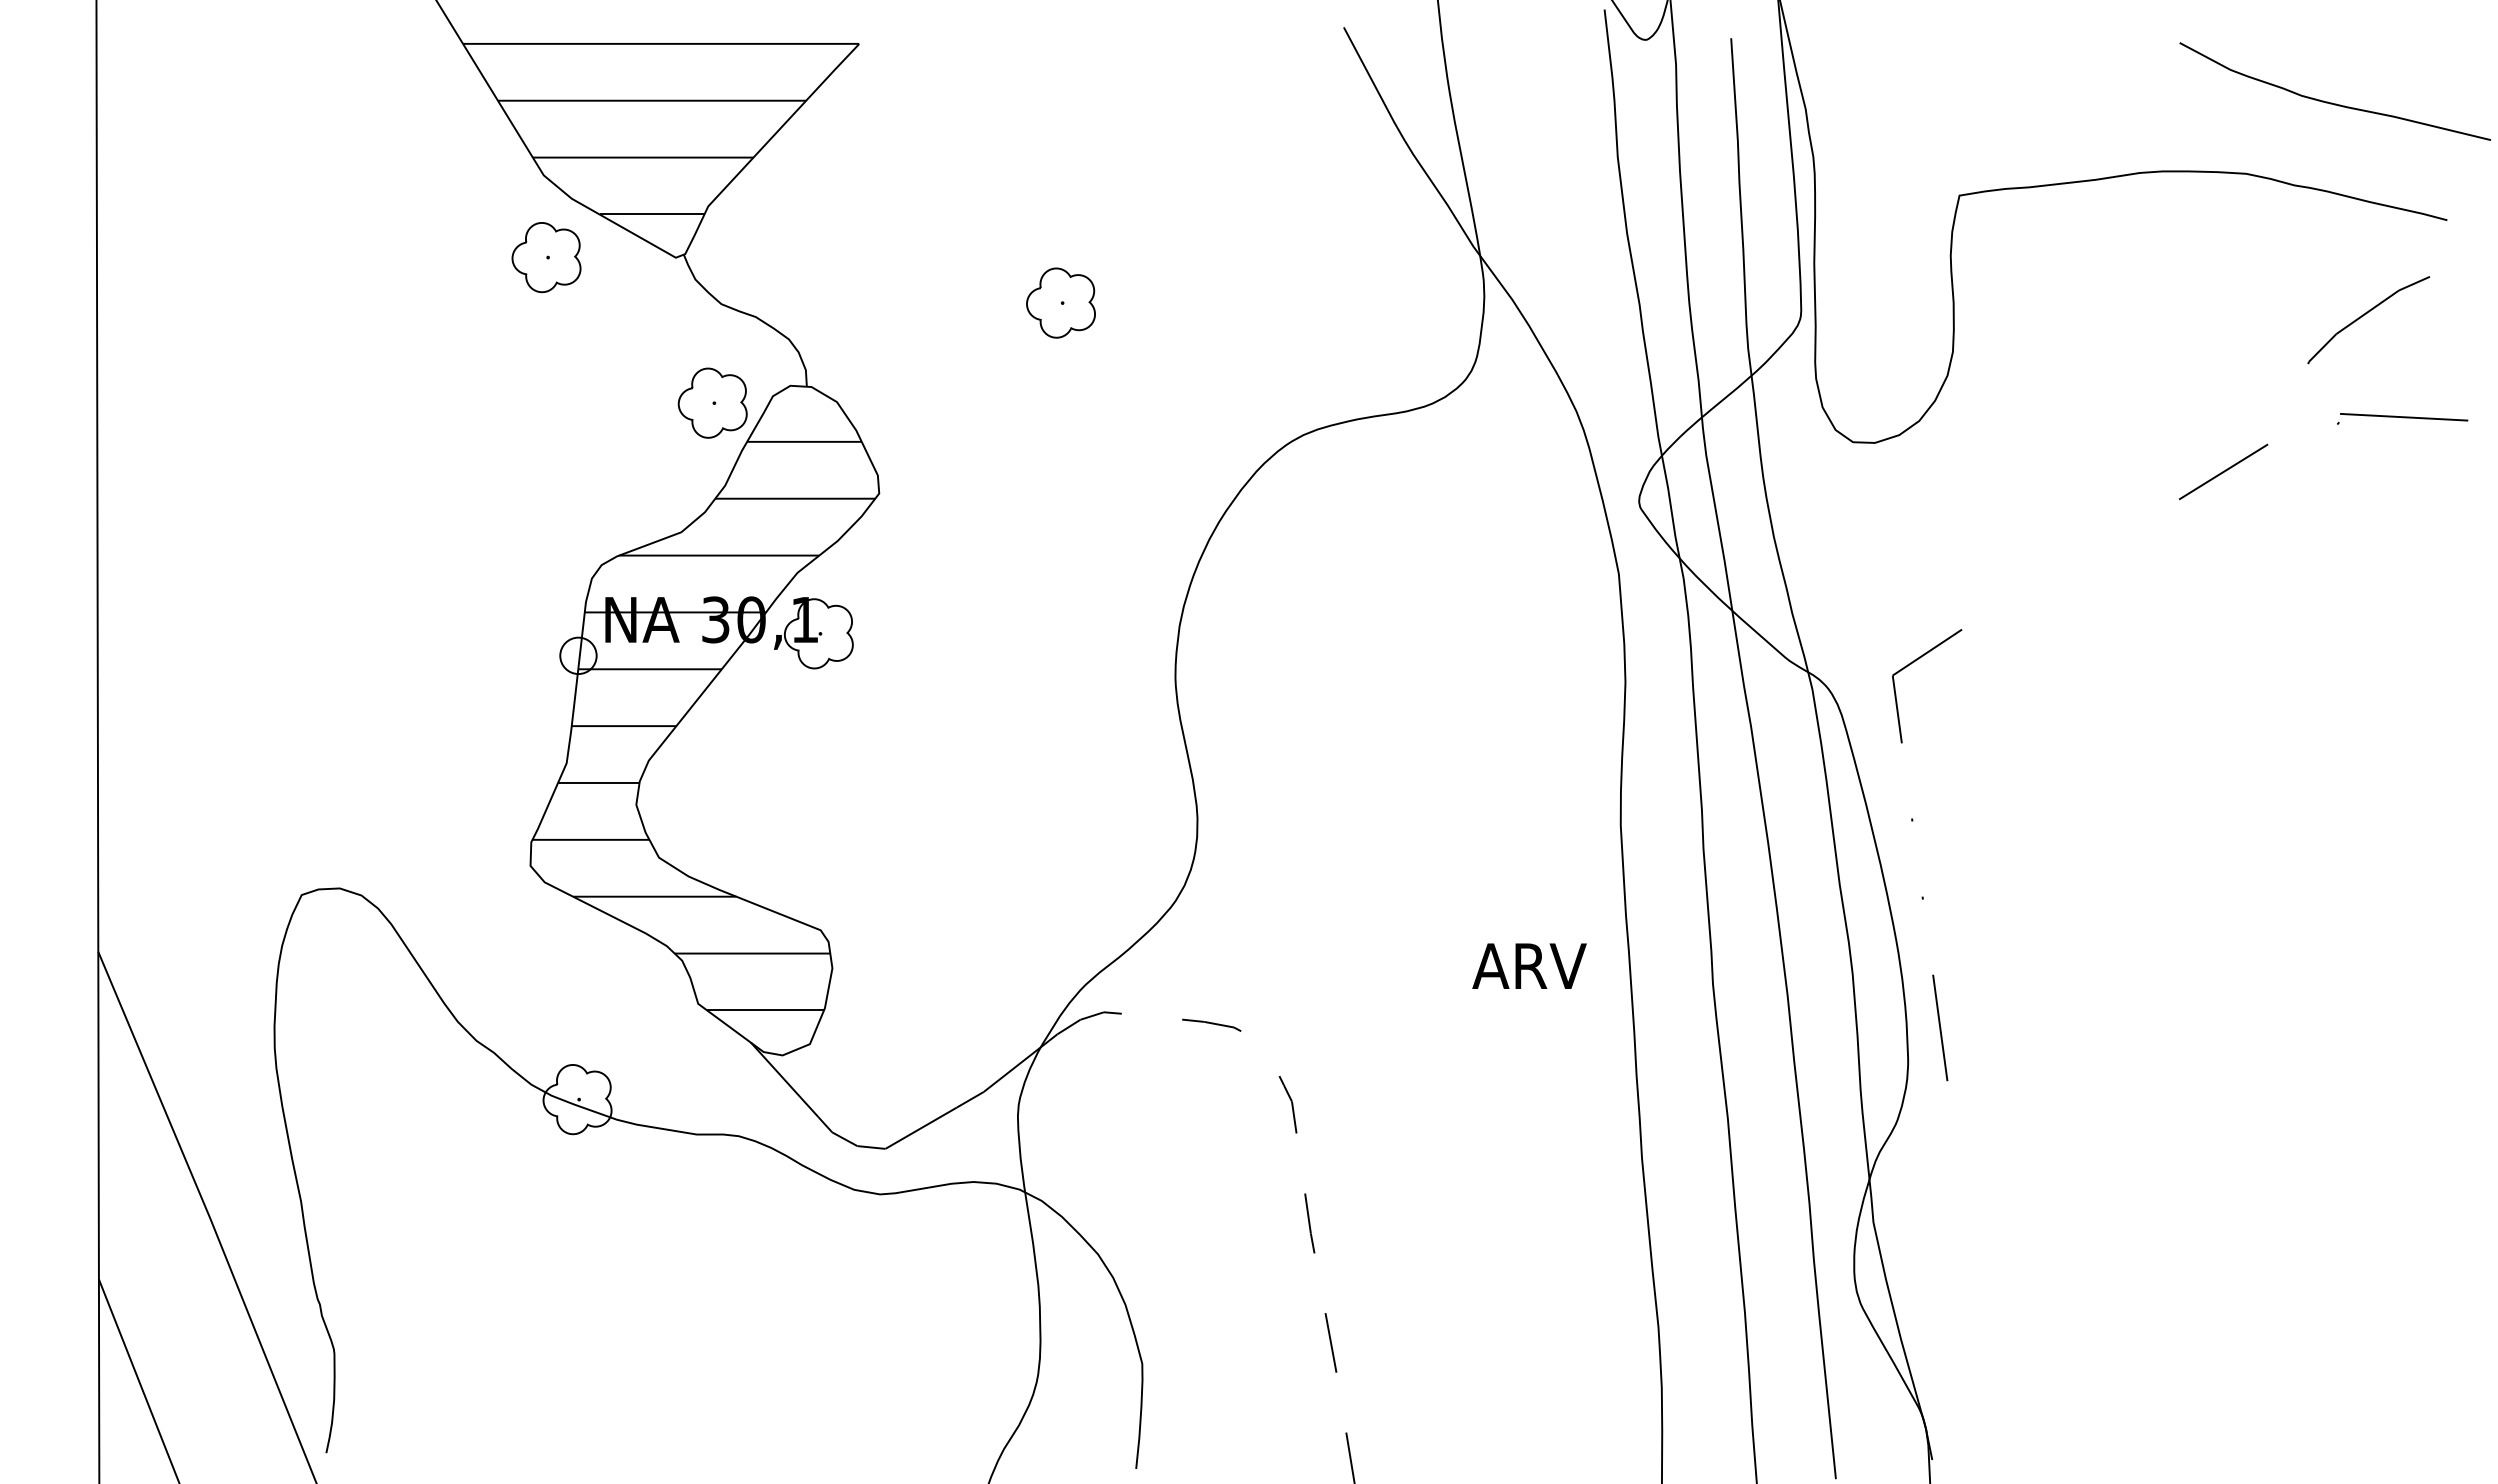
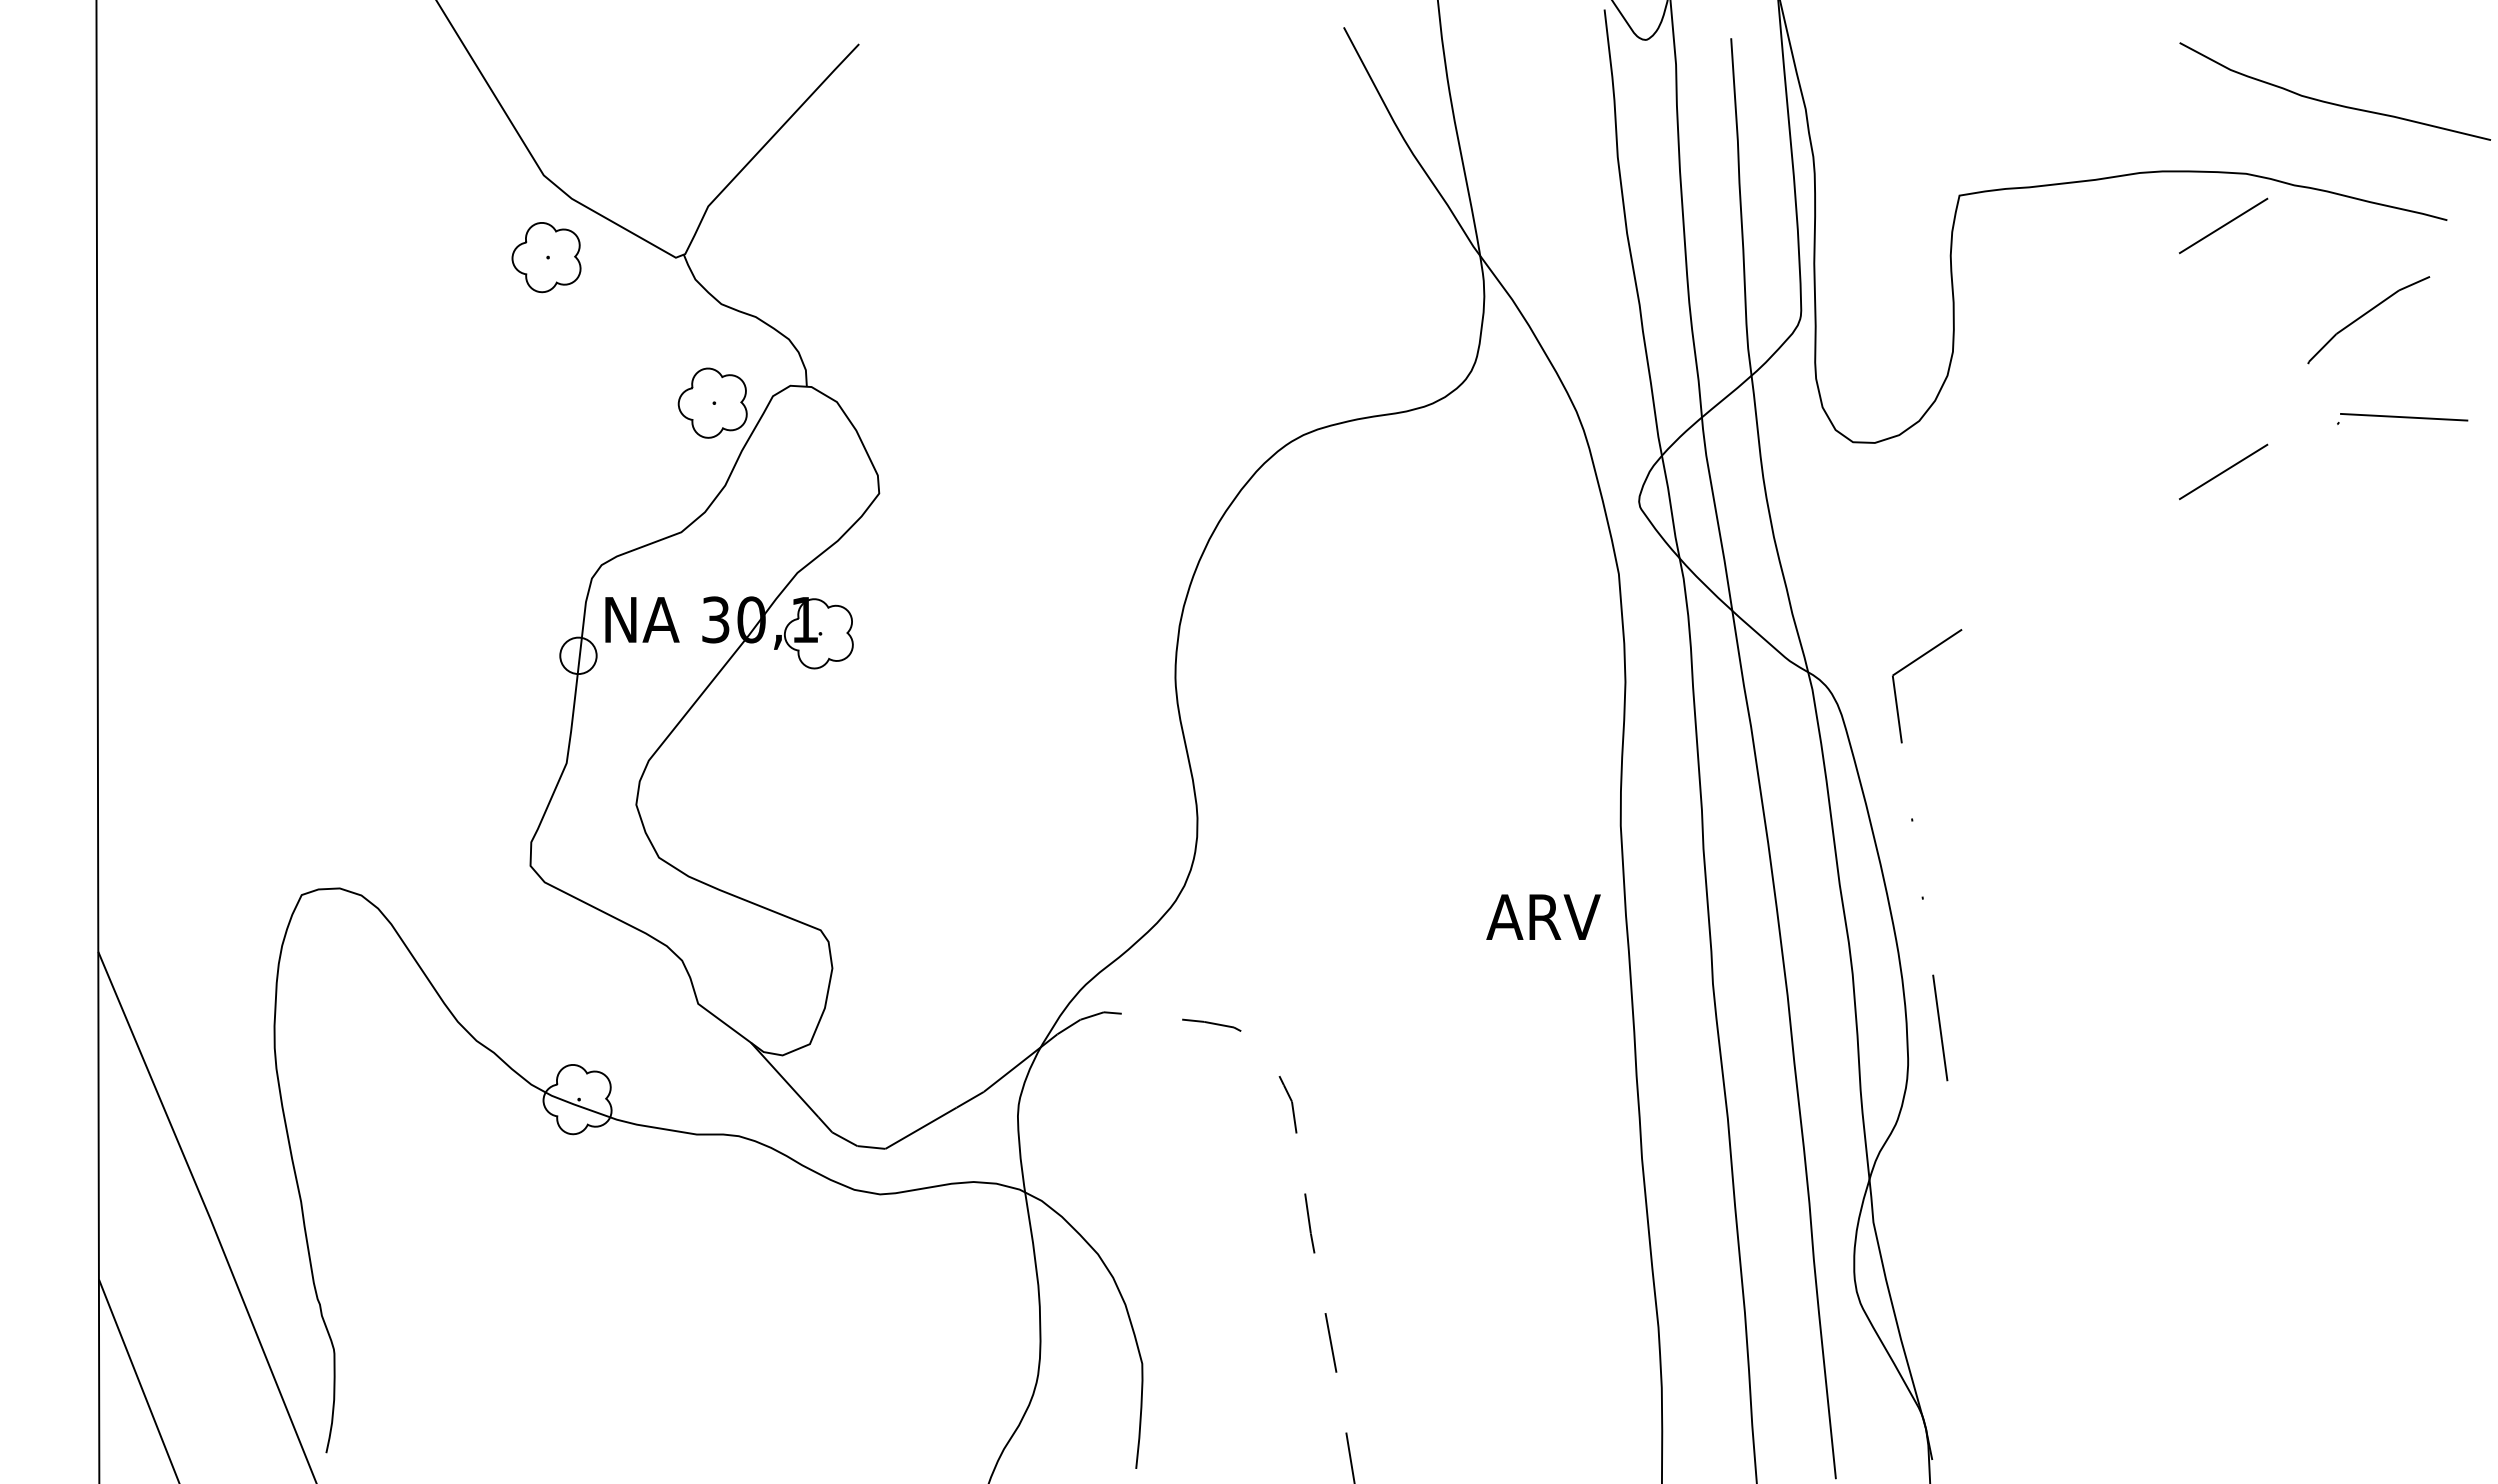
hatch at (661, 128): present -> none
line at (2223, 225): none -> present
part at (1060, 302): present -> none
hatch at (703, 725): present -> none
text at (1529, 965) position: (1529, 965) -> (1543, 916)
